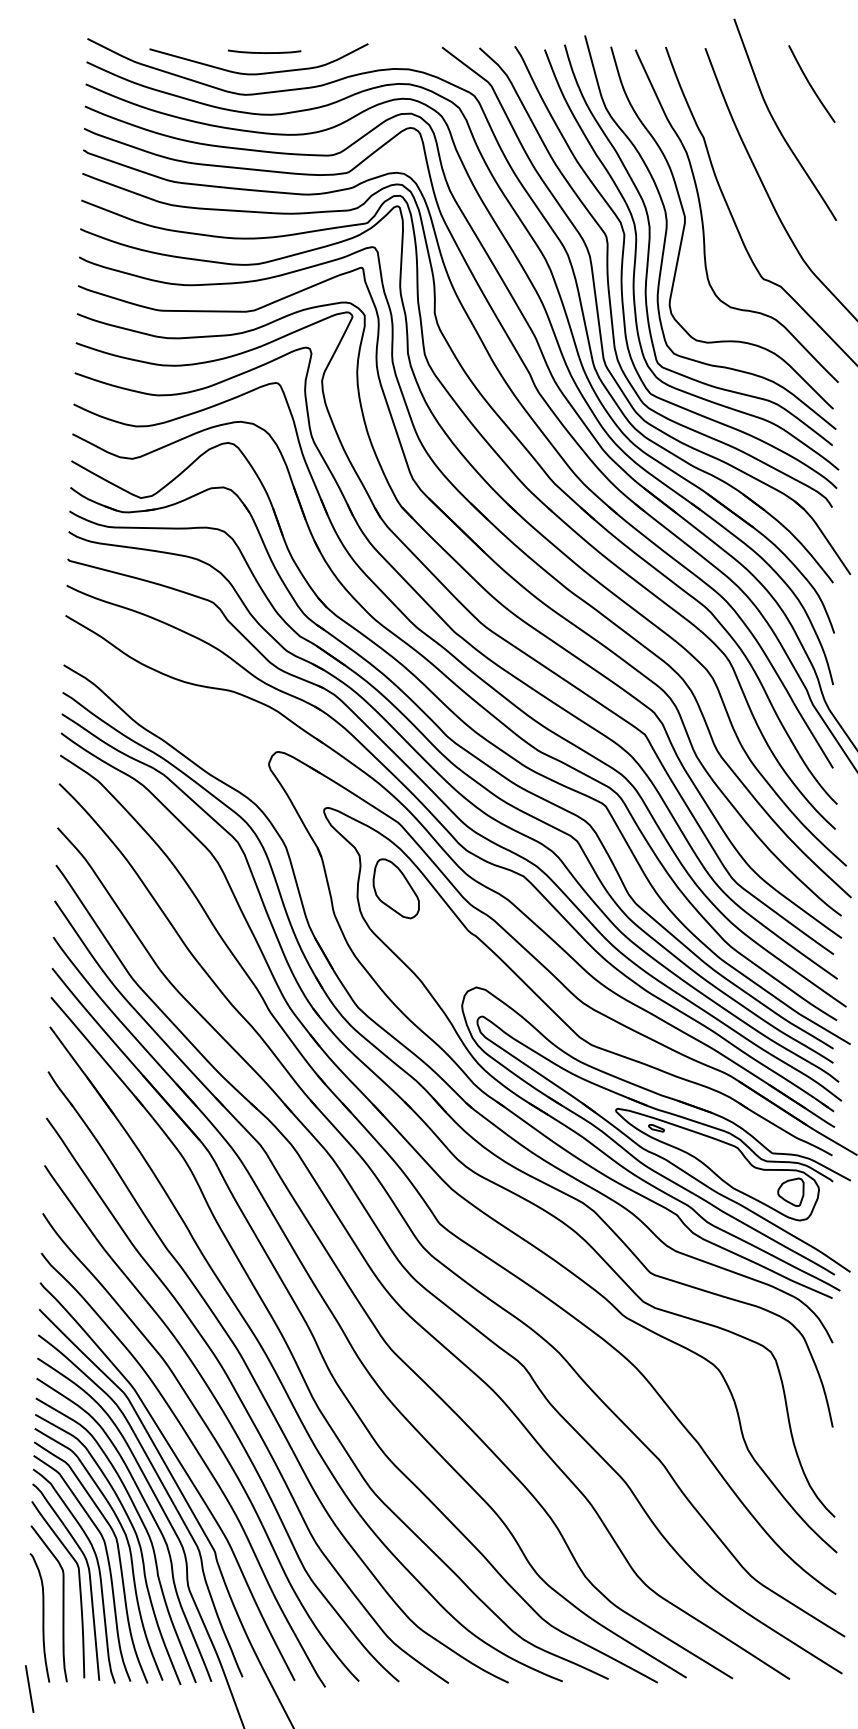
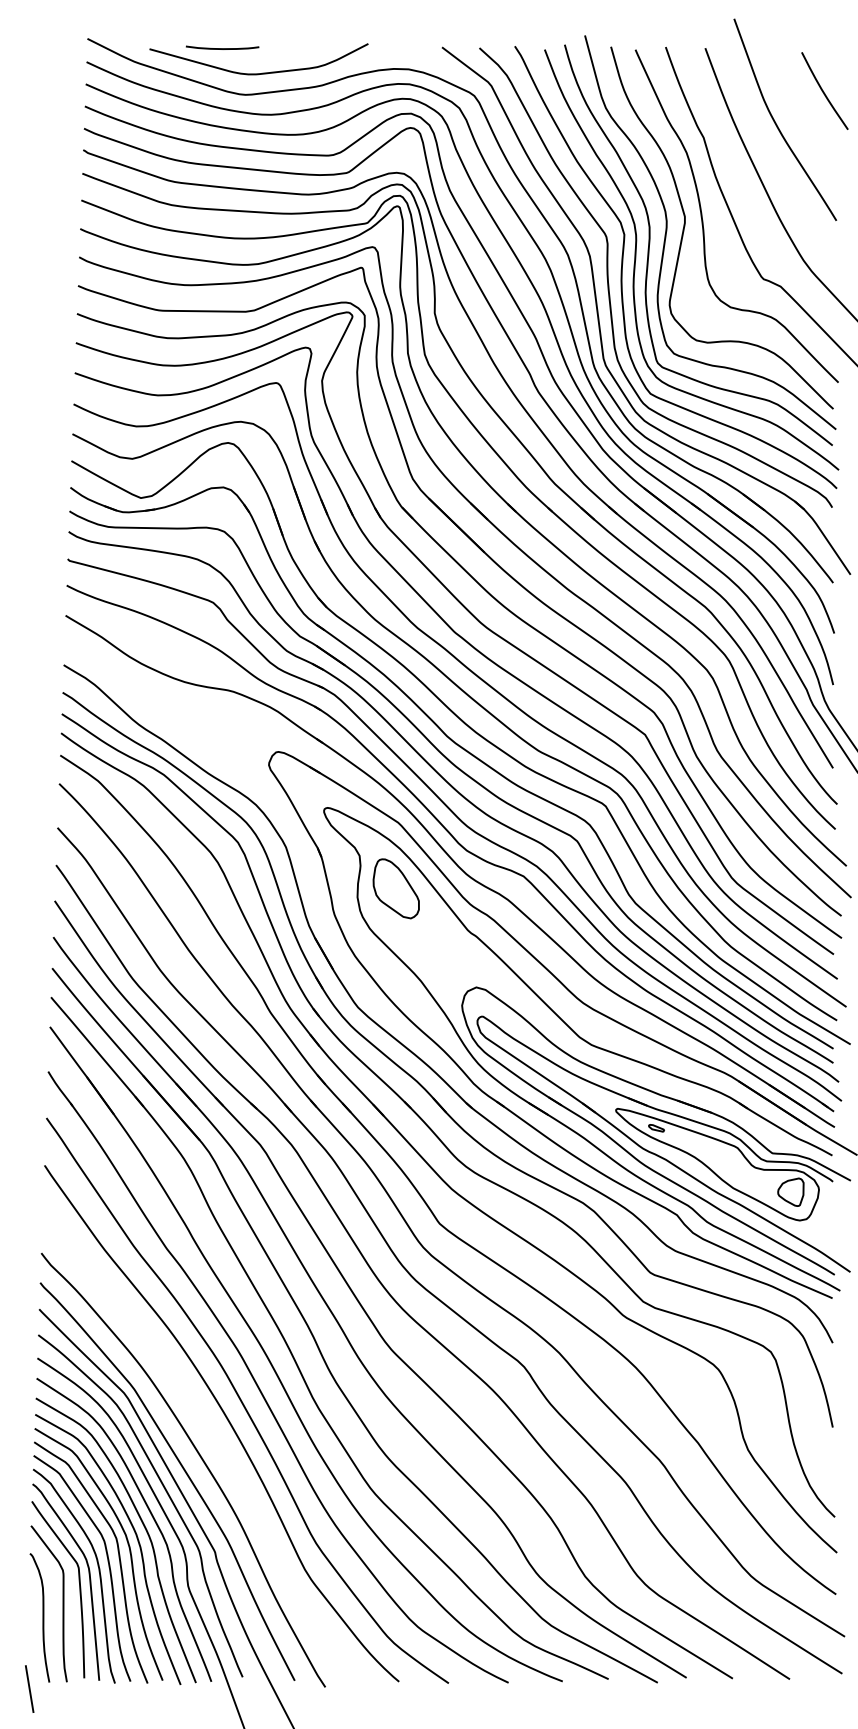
curve at (264, 52) position: (264, 52) -> (222, 48)
curve at (810, 83) position: (810, 83) -> (823, 90)
curve at (212, 1437): present -> none
